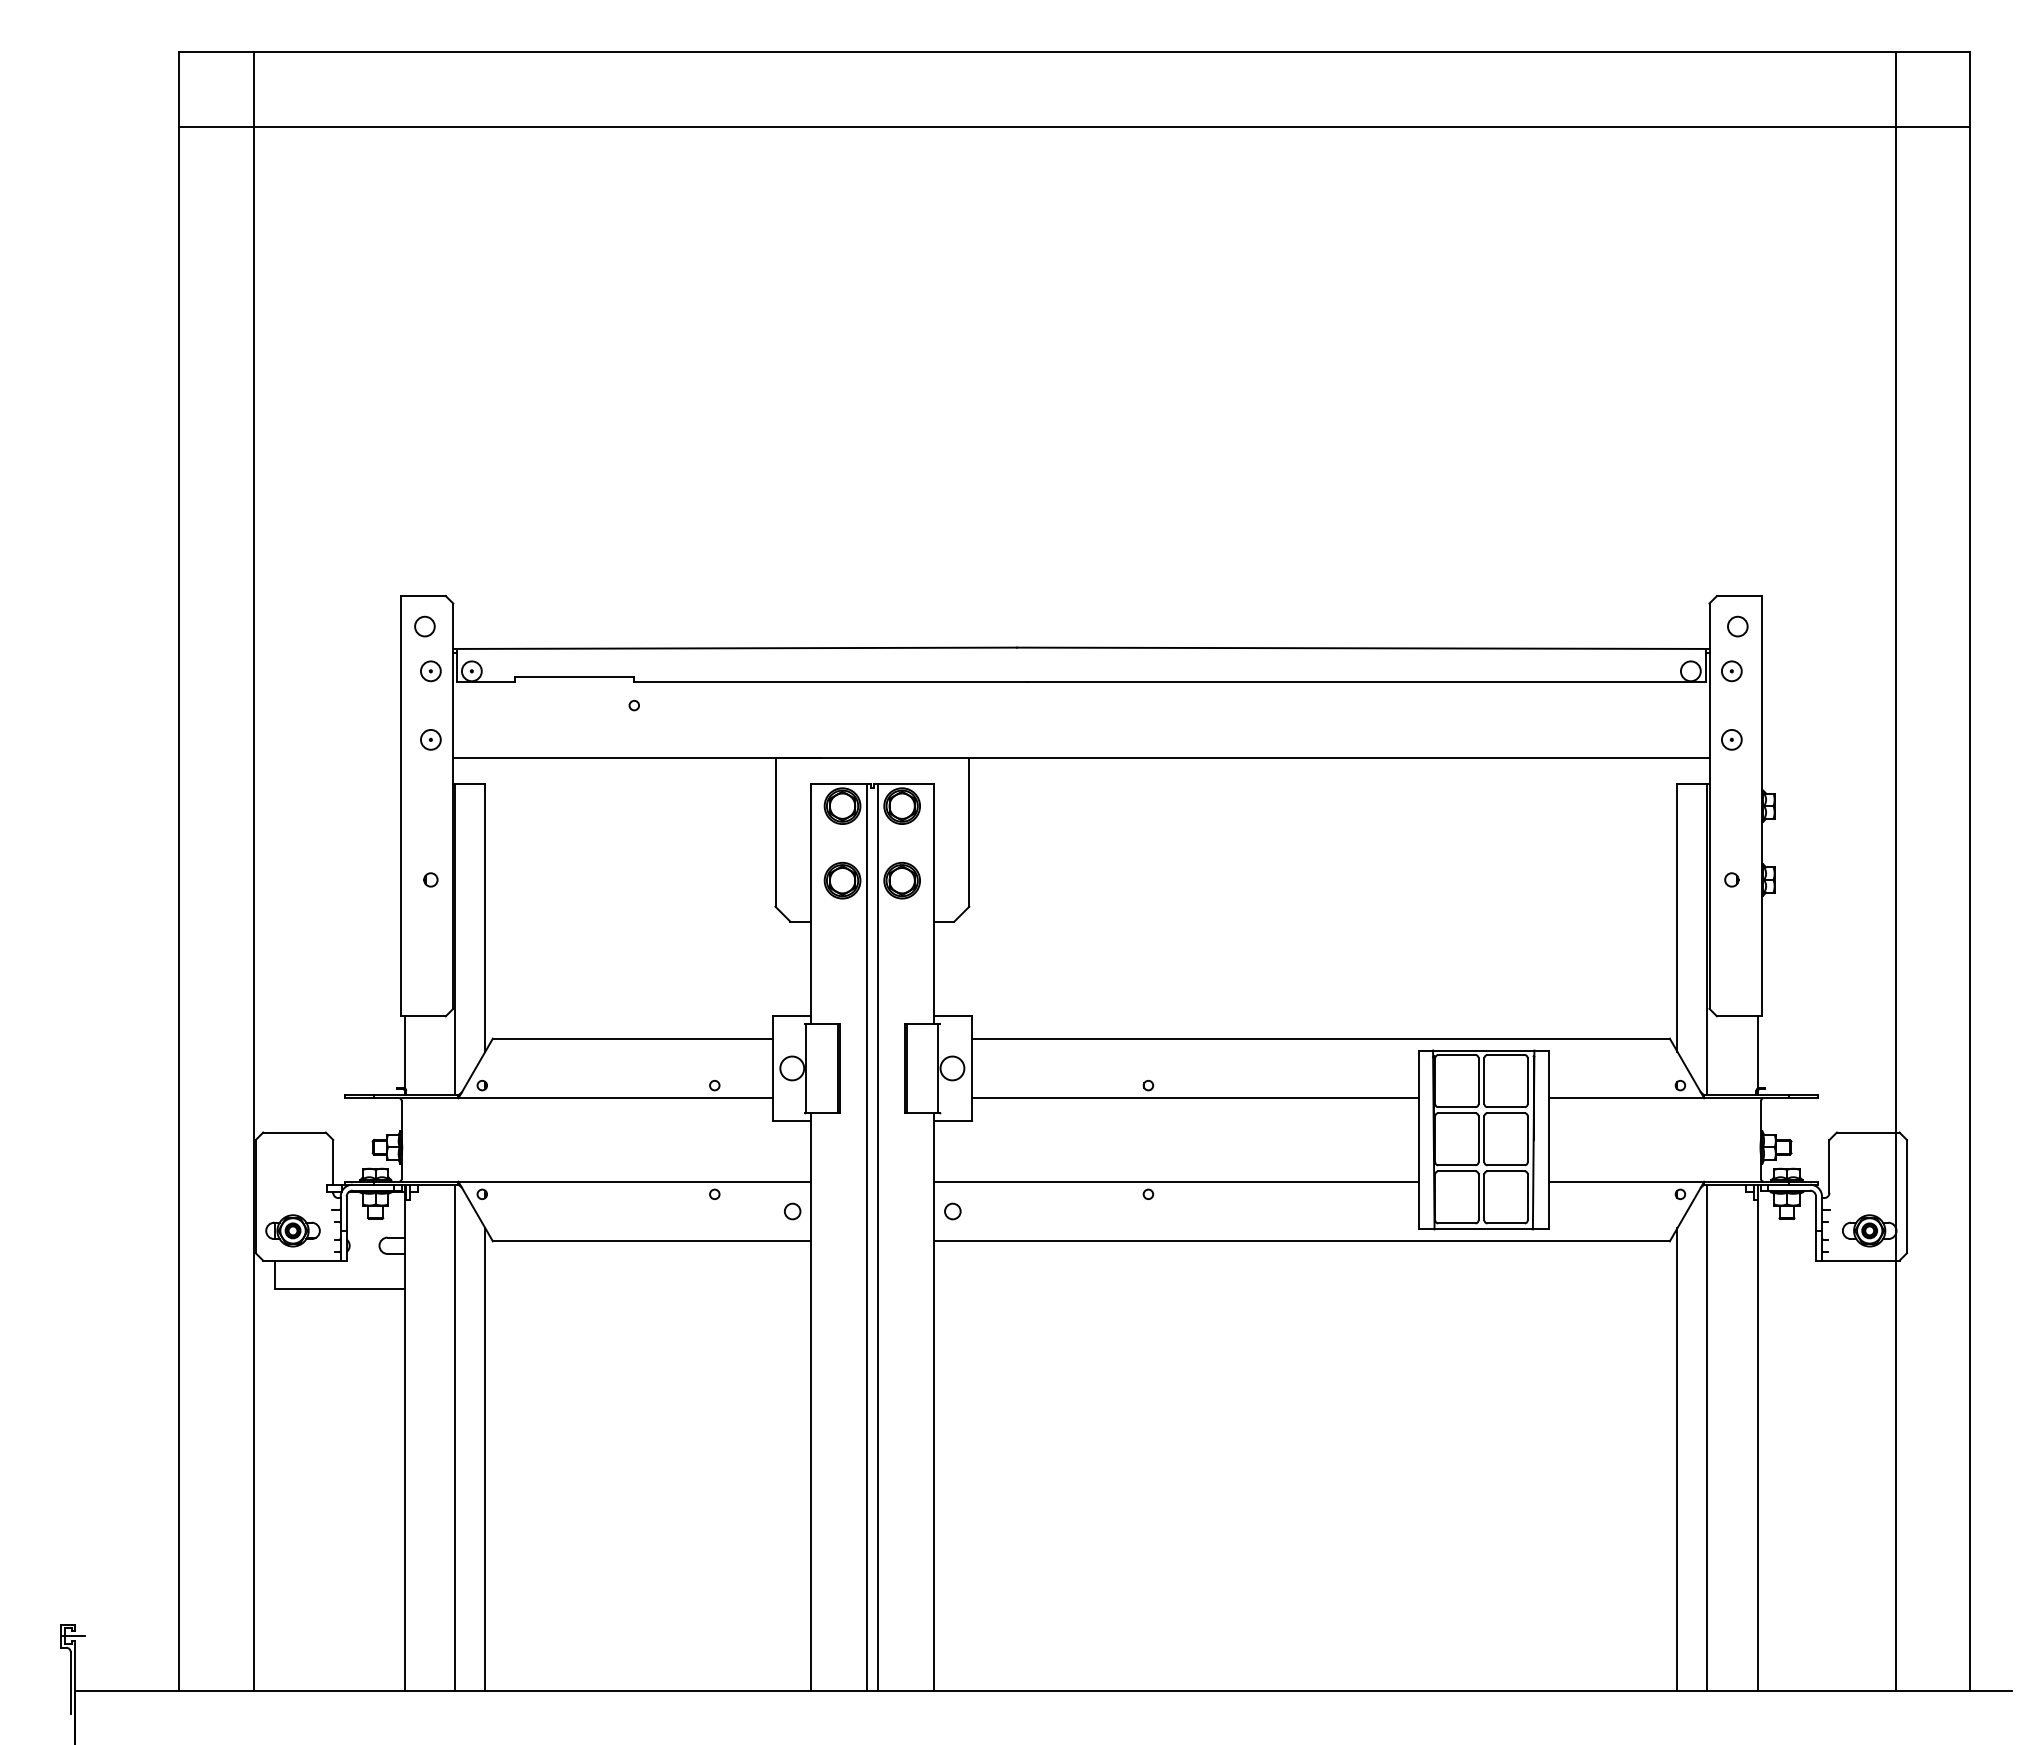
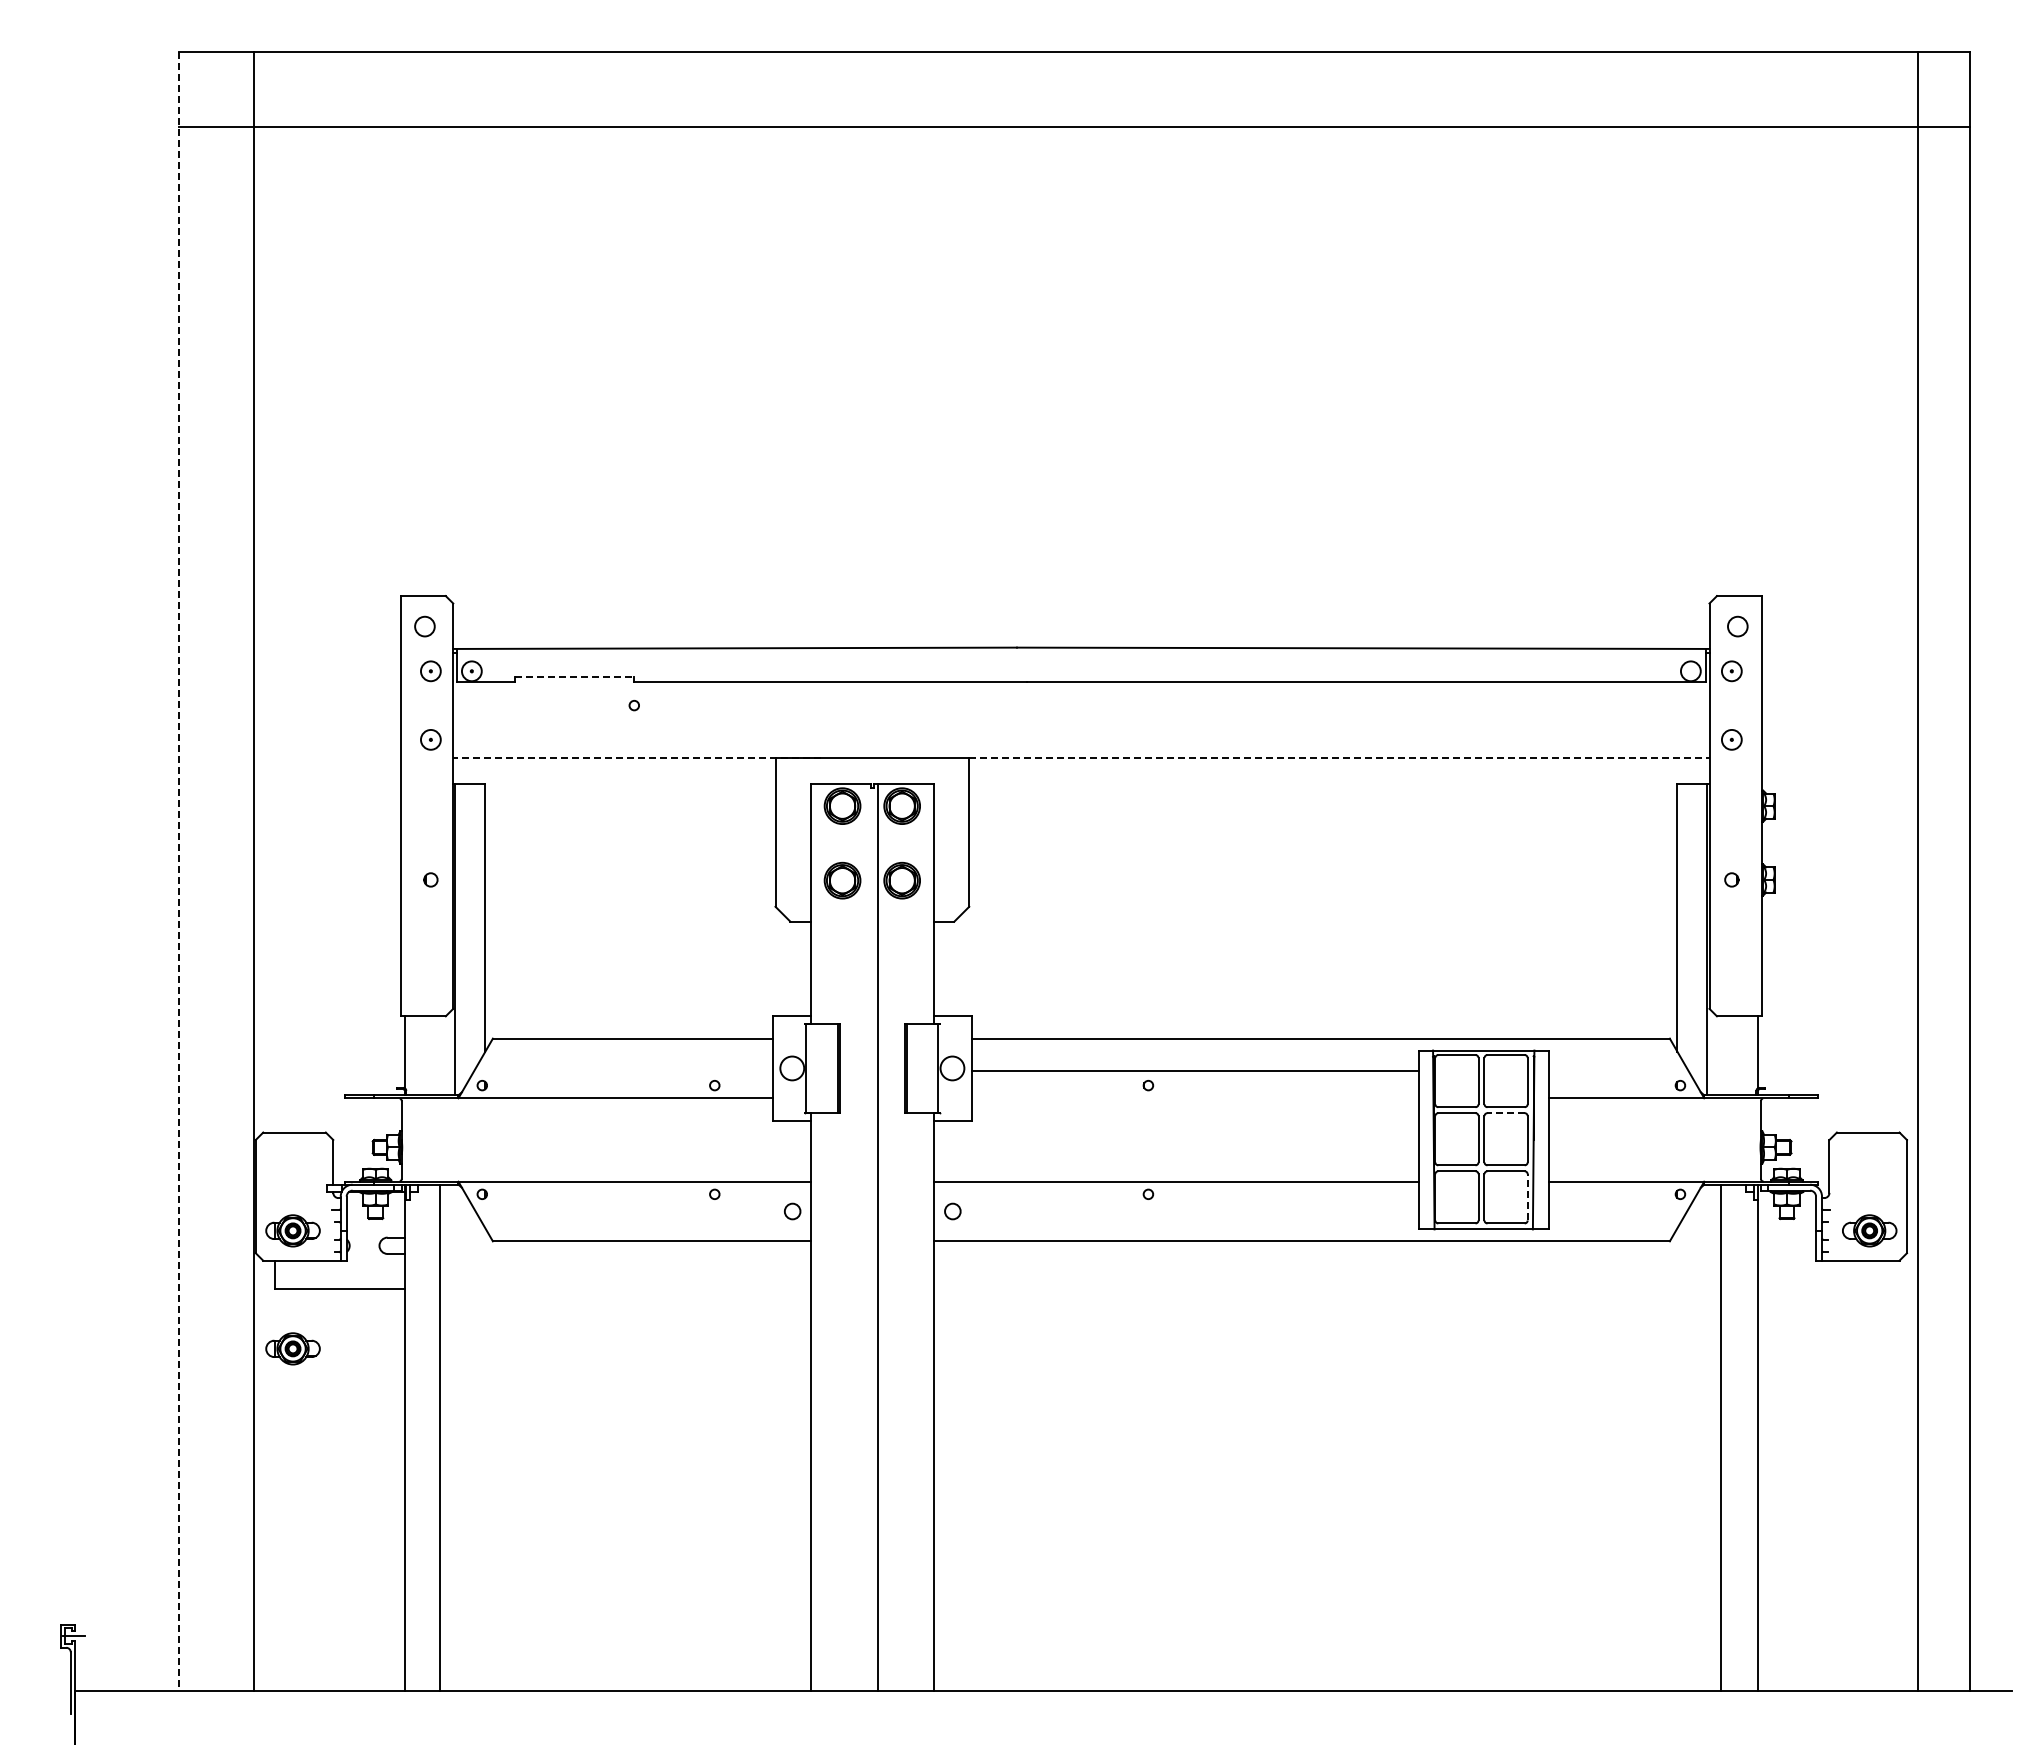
line at (574, 677): solid -> dashed
line at (636, 757): solid -> dashed
line at (1339, 757): solid -> dashed
line at (179, 871): solid -> dashed
line at (1895, 871) position: (1895, 871) -> (1917, 871)
line at (1194, 1098) position: (1194, 1098) -> (1194, 1071)
line at (1506, 1113): solid -> dashed
line at (1527, 1196): solid -> dashed
line at (866, 1237): present -> none
part at (292, 1348): none -> present
line at (455, 1437) position: (455, 1437) -> (440, 1437)
line at (1707, 1437) position: (1707, 1437) -> (1721, 1437)
line at (485, 1459): present -> none
line at (1677, 1459): present -> none
